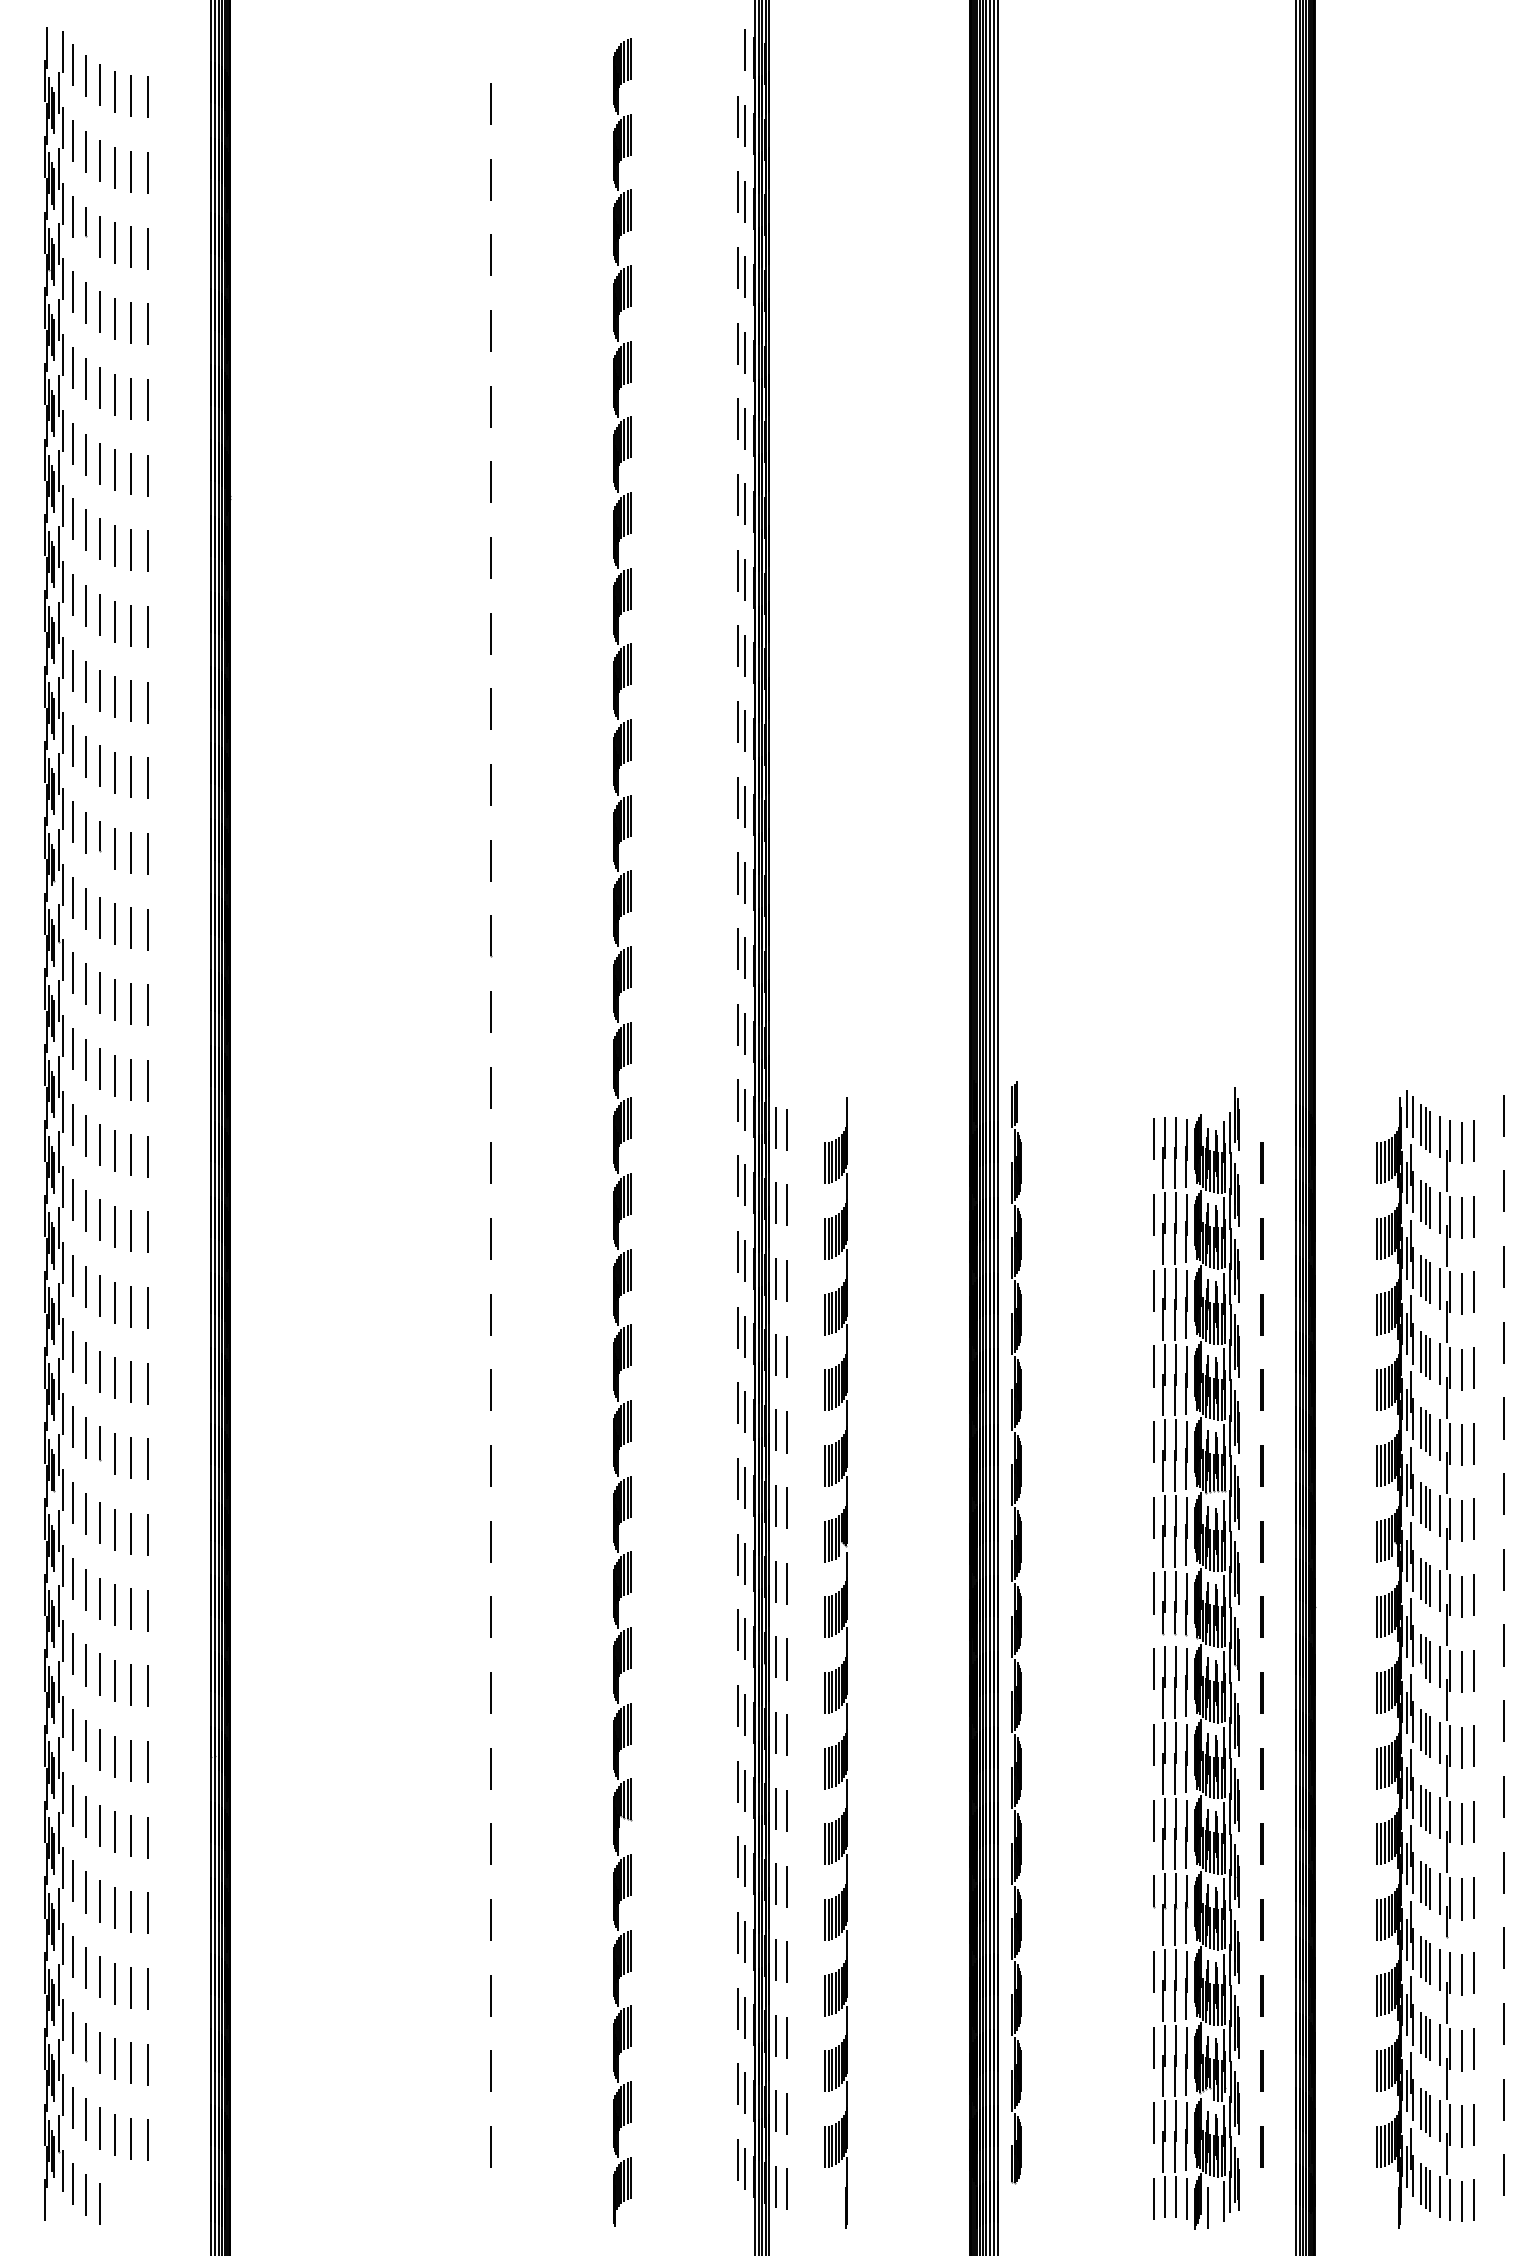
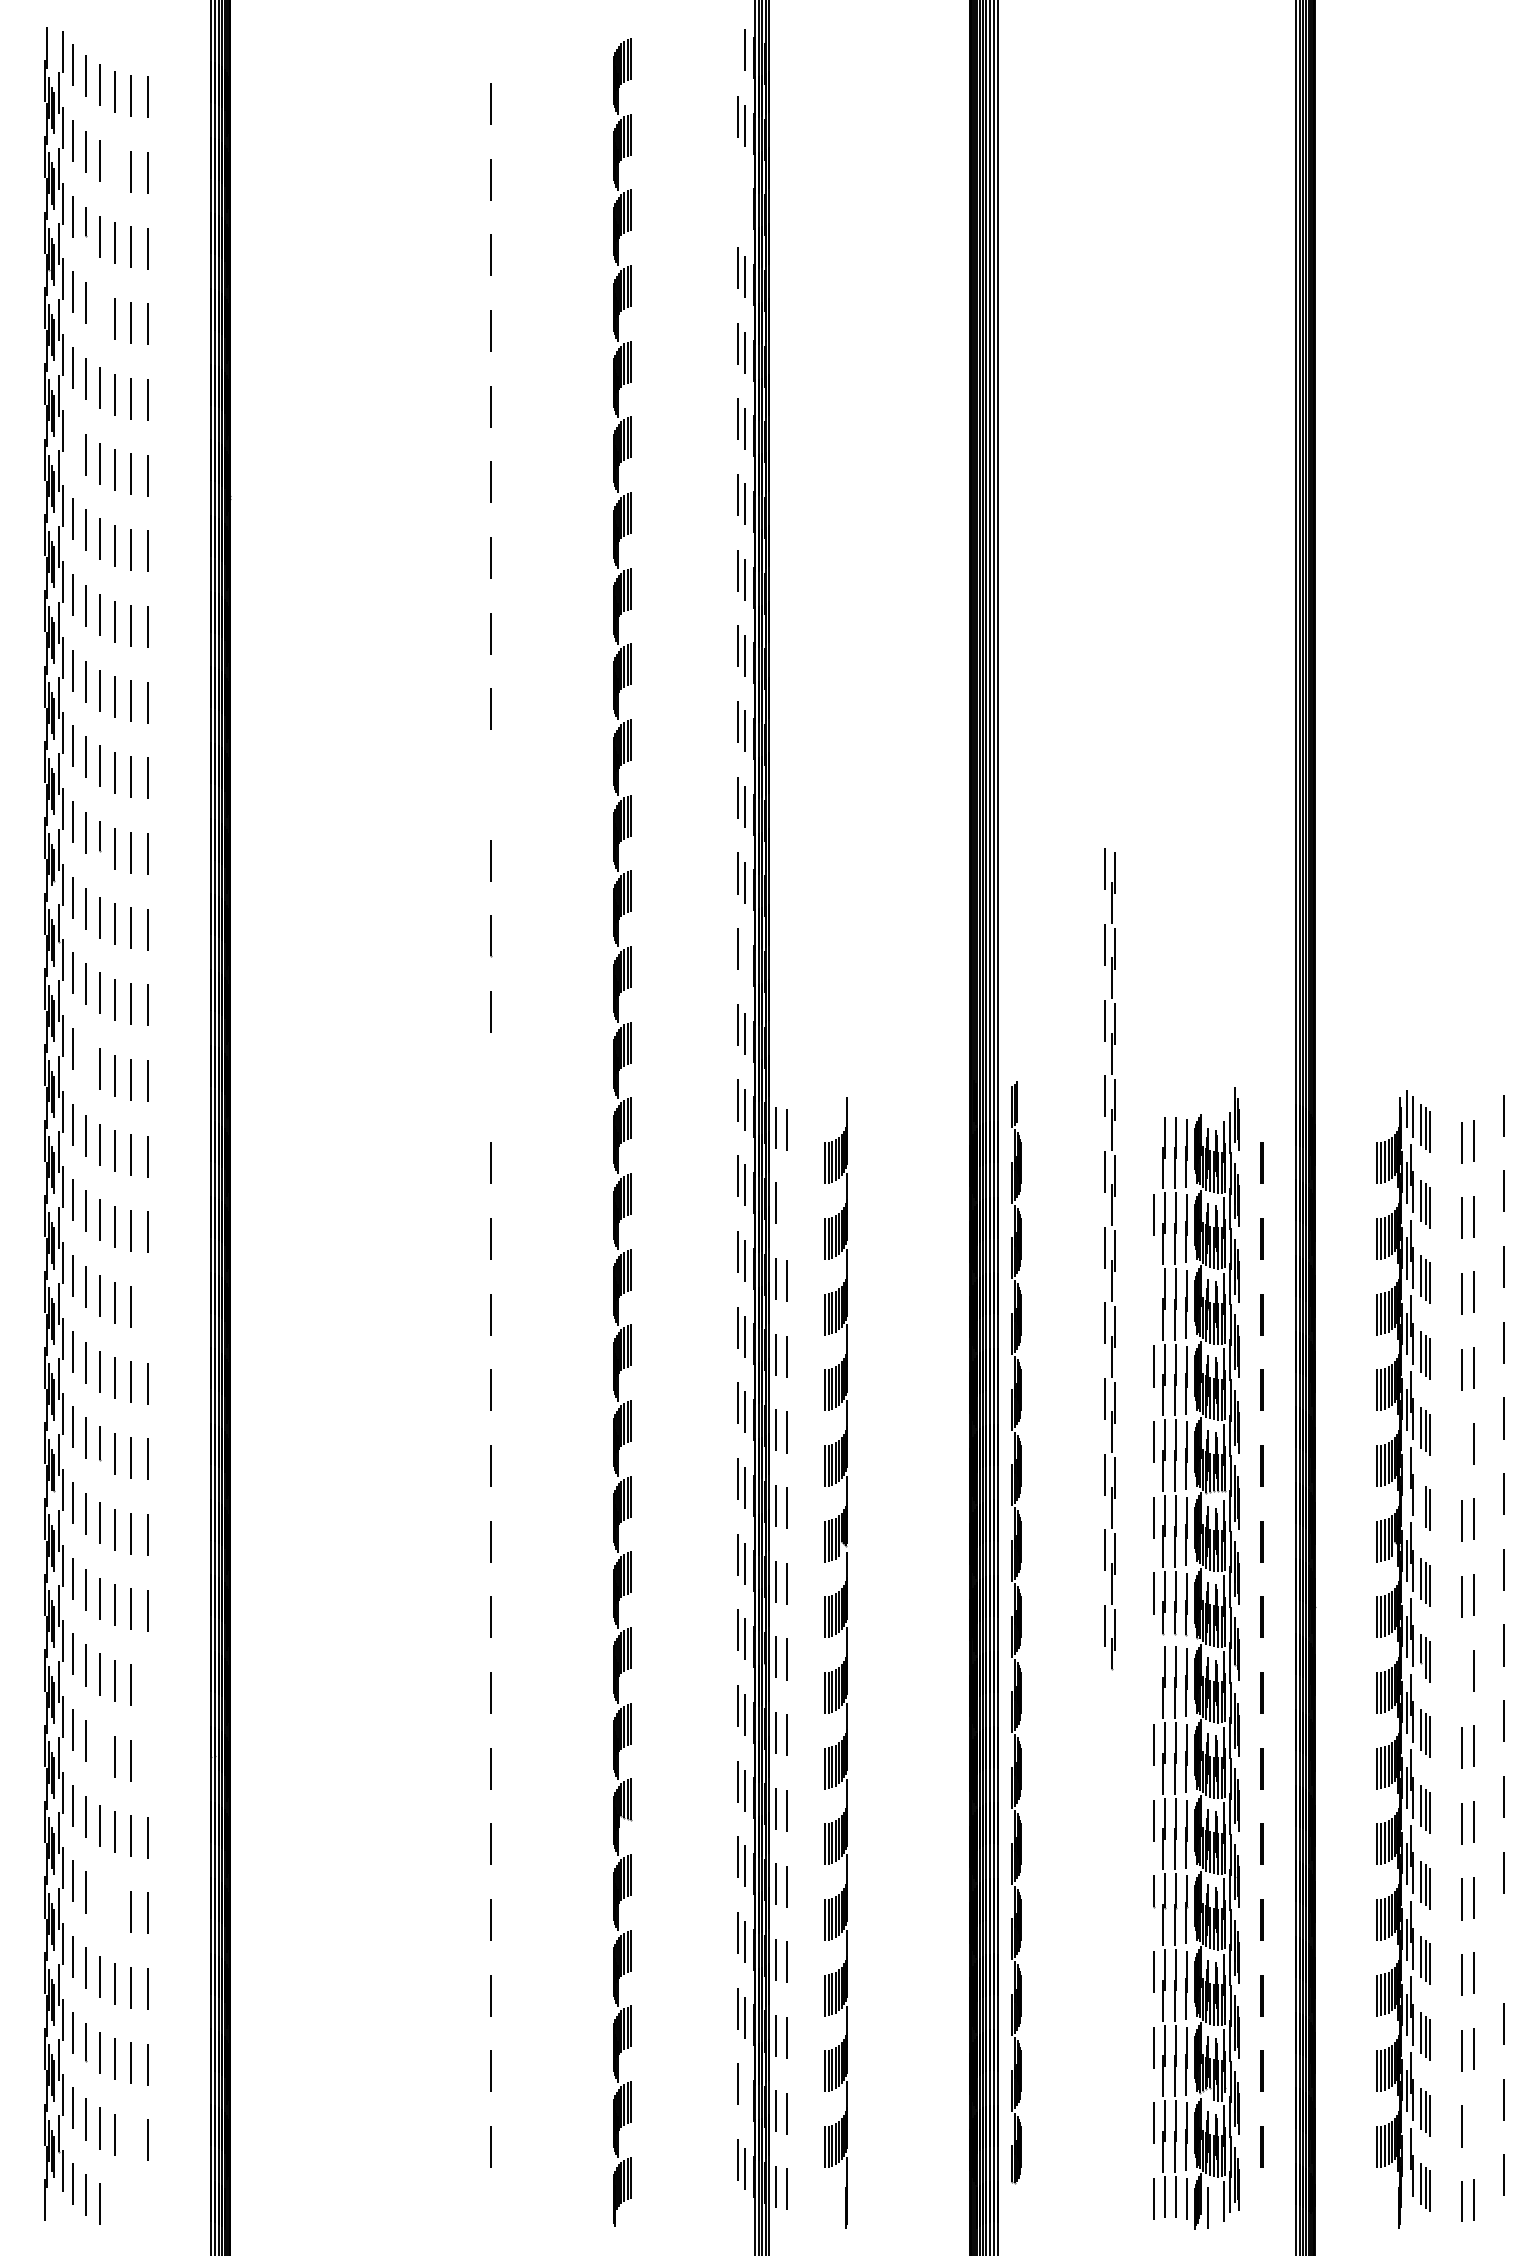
line at (114, 167): present -> none
line at (737, 192): present -> none
line at (745, 201): present -> none
line at (99, 312): present -> none
line at (73, 443): present -> none
line at (490, 784): present -> none
line at (745, 958): present -> none
line at (85, 1060): present -> none
line at (490, 1087): present -> none
line at (1153, 1139): present -> none
line at (787, 1205): present -> none
line at (1153, 1290): present -> none
line at (147, 1308): present -> none
line at (1461, 1445): present -> none
line at (1406, 1485): present -> none
line at (1420, 1503): present -> none
part at (1444, 1527) position: (1444, 1527) -> (1109, 1259)
line at (1153, 1669): present -> none
line at (1461, 1671): present -> none
line at (147, 1685): present -> none
line at (99, 1749): present -> none
line at (147, 1762): present -> none
line at (99, 1901): present -> none
line at (114, 1908): present -> none
line at (1503, 1947): present -> none
part at (1444, 2084): present -> none
line at (745, 2093): present -> none
line at (1473, 2124): present -> none
line at (131, 2139): present -> none
line at (1406, 2166): present -> none
